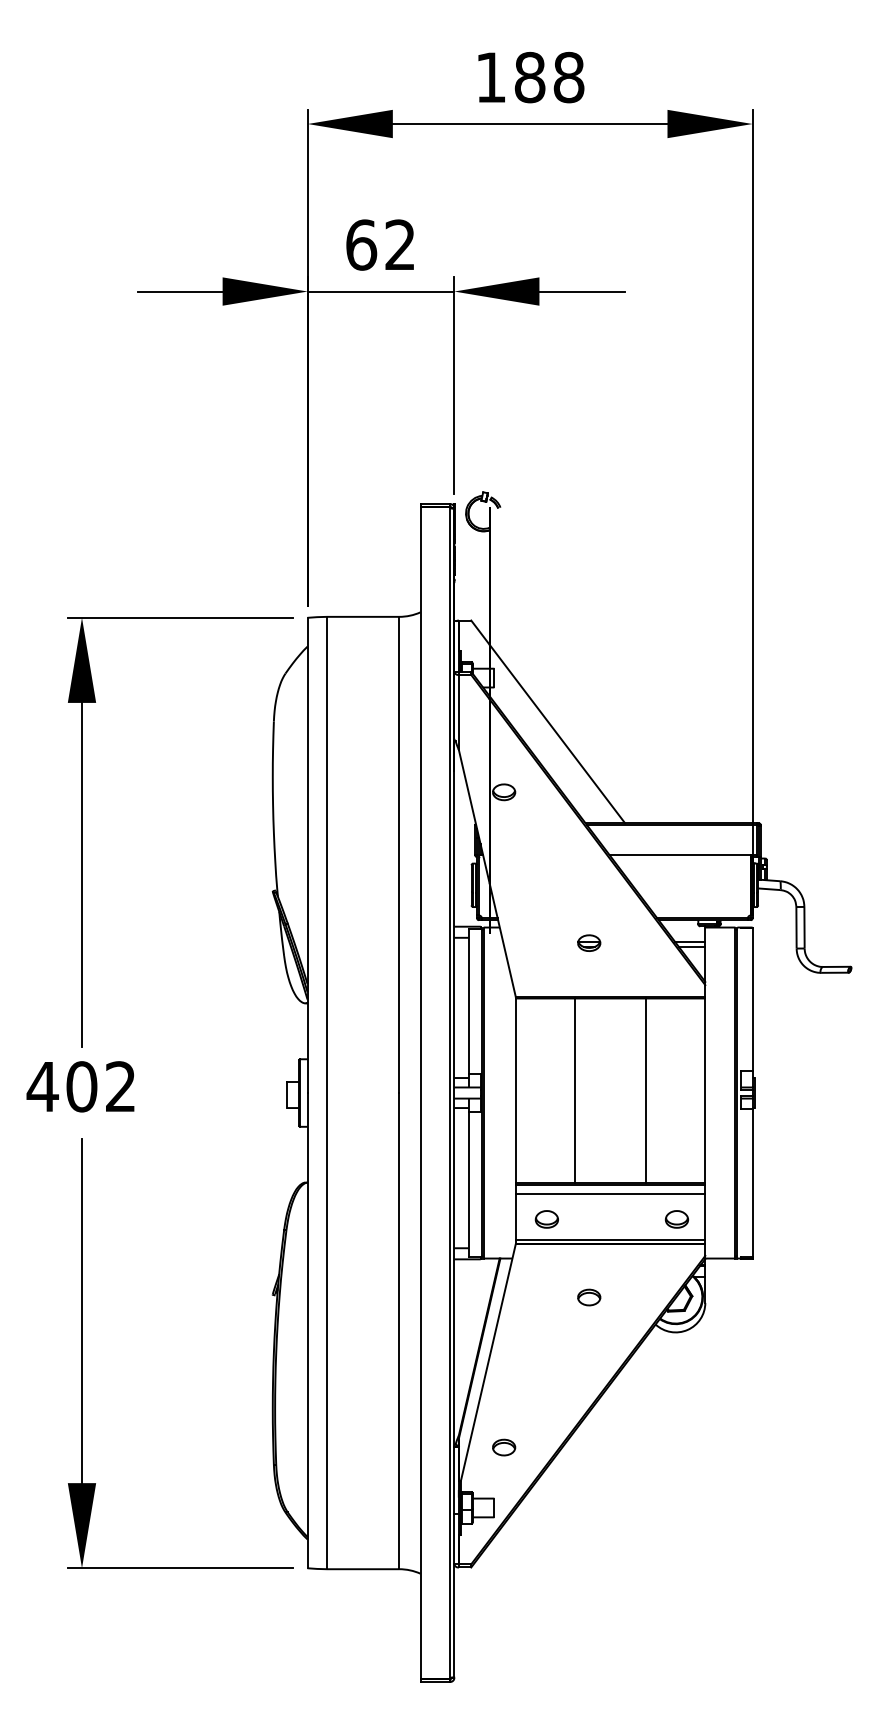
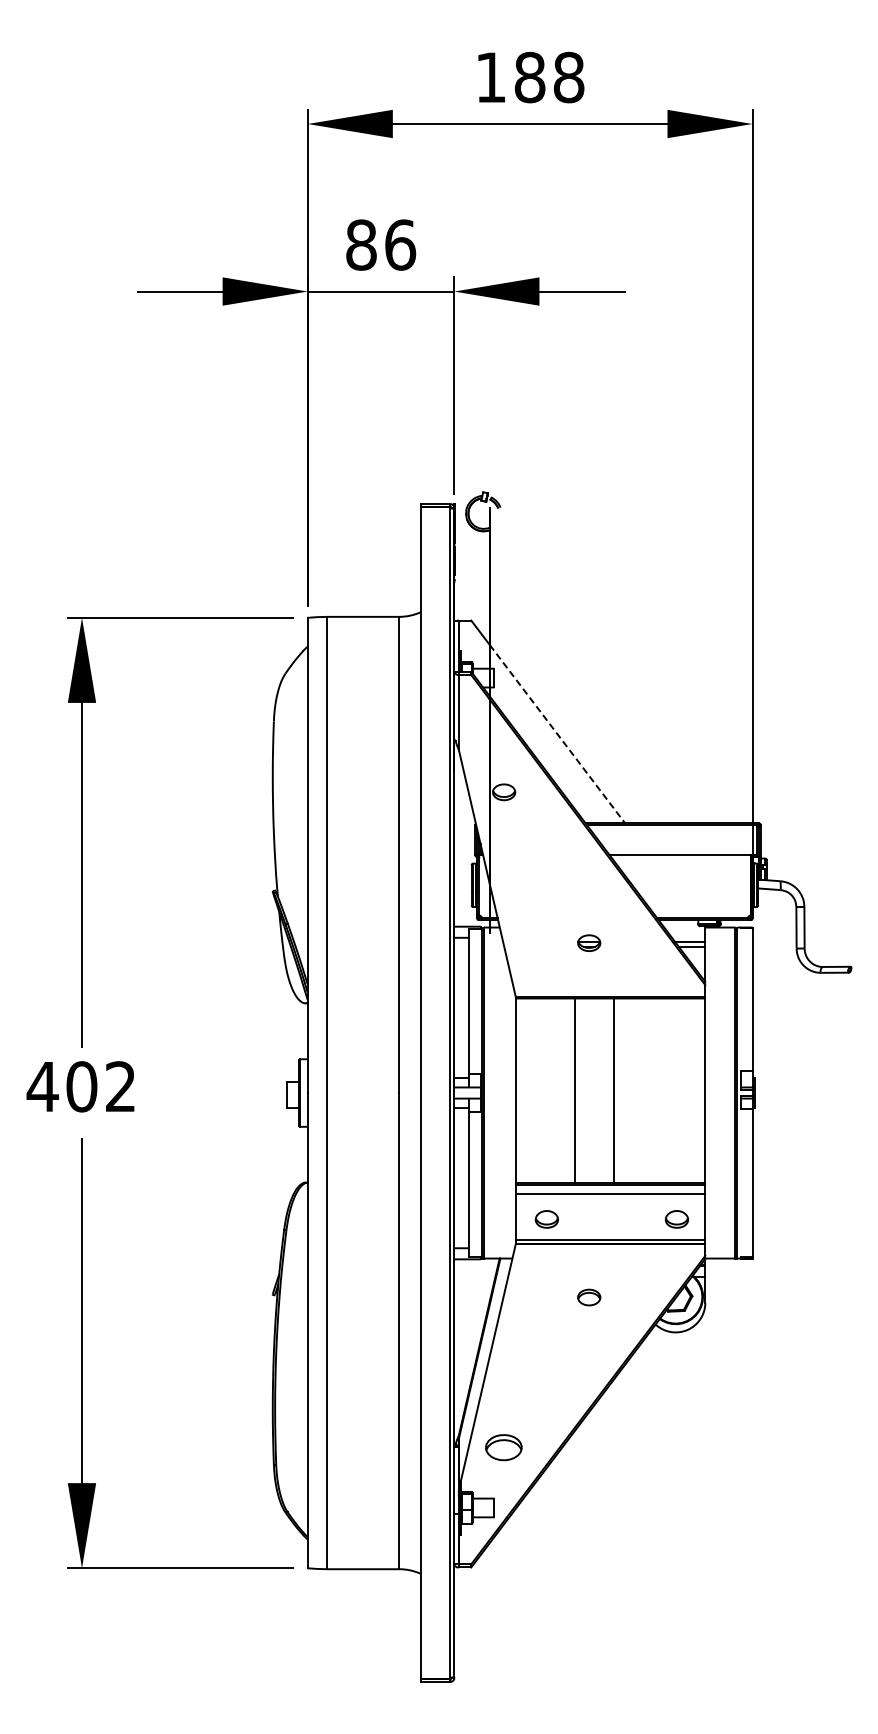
text at (381, 244): 62 -> 86
line at (557, 734): solid -> dashed
line at (646, 1090) position: (646, 1090) -> (614, 1090)
part at (504, 1447) size: 25x19 px -> 38x28 px
